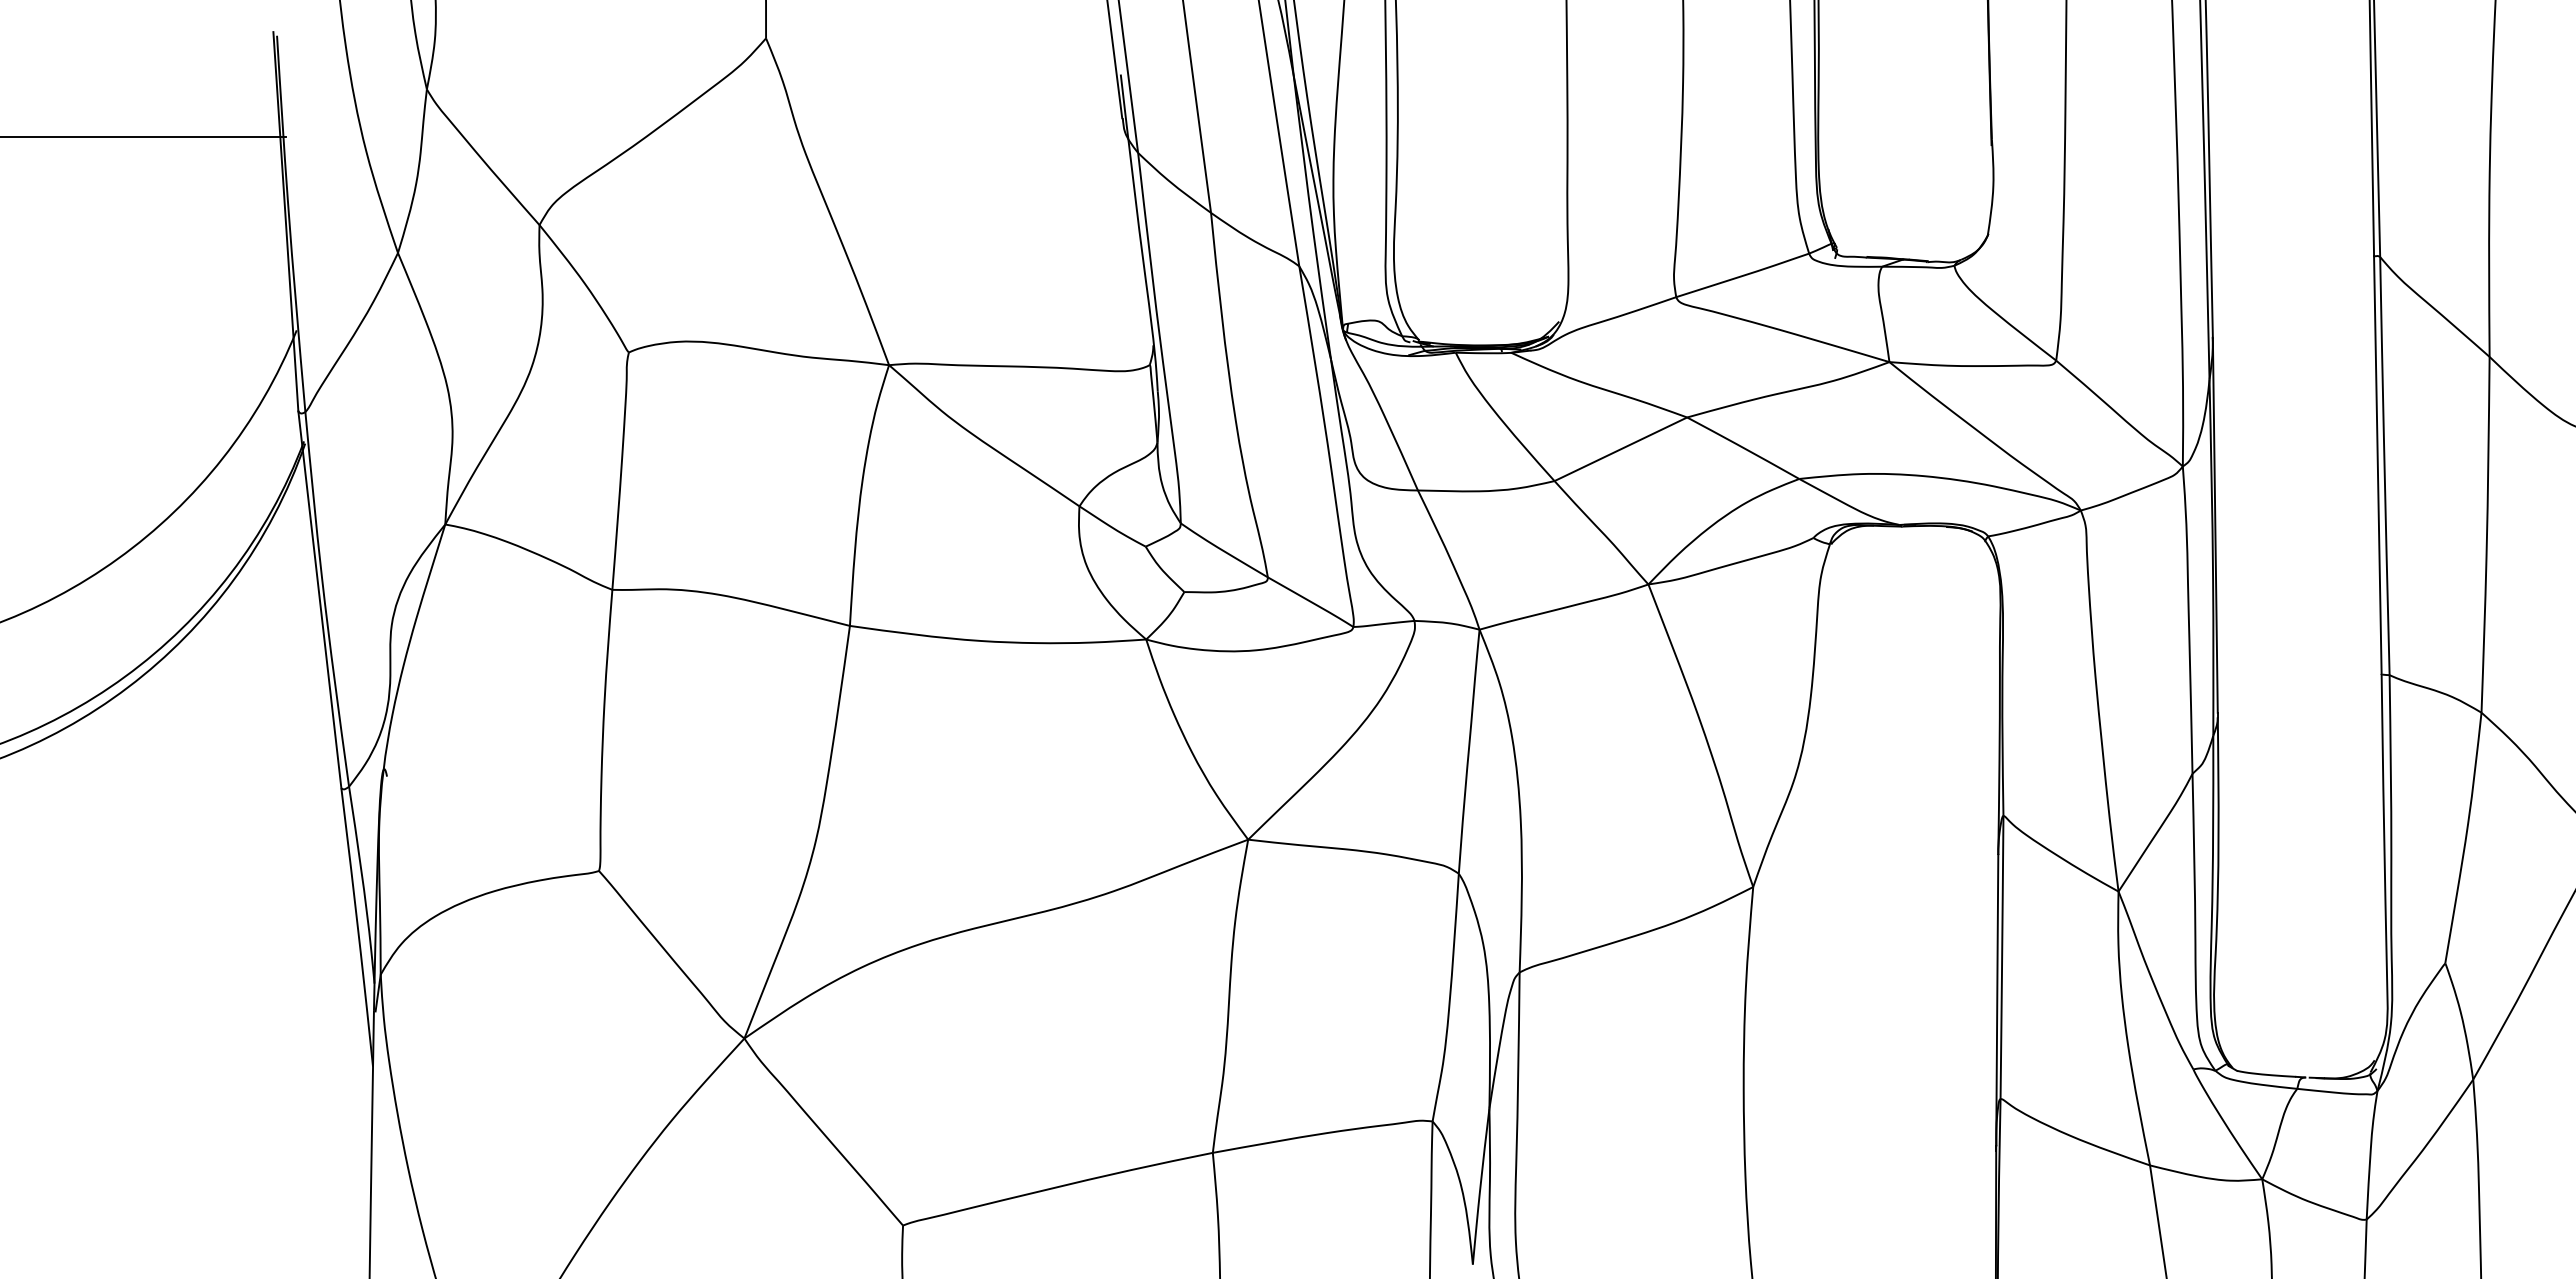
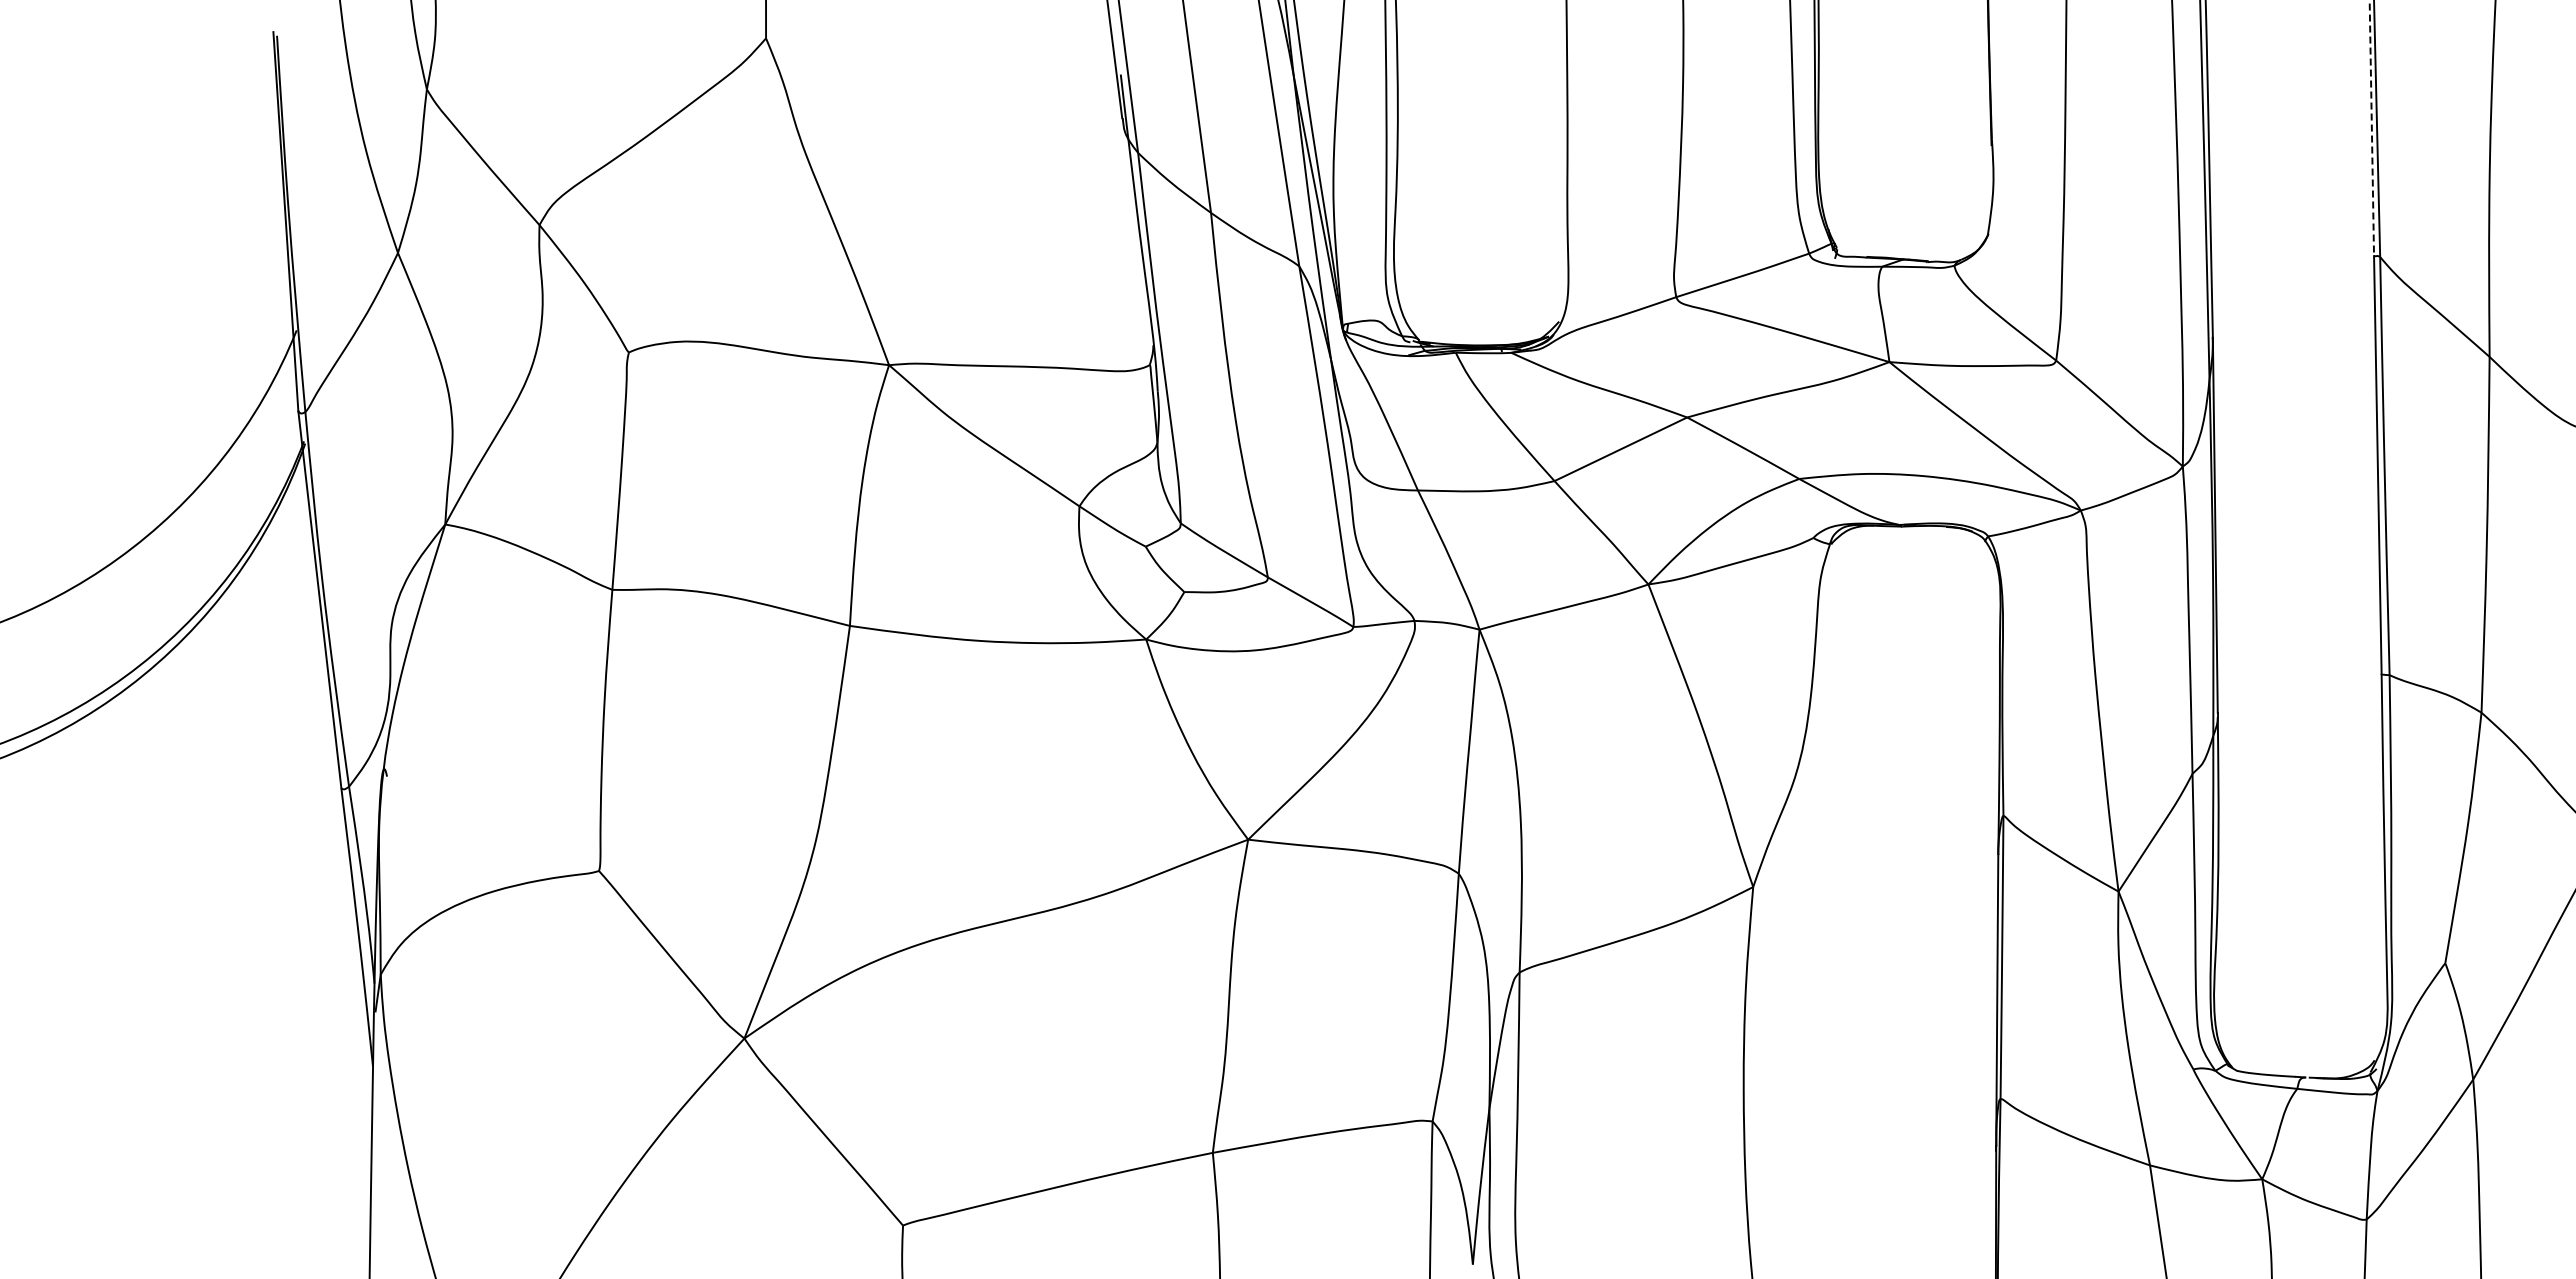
line at (2371, 128): solid -> dashed
line at (143, 136): present -> none
